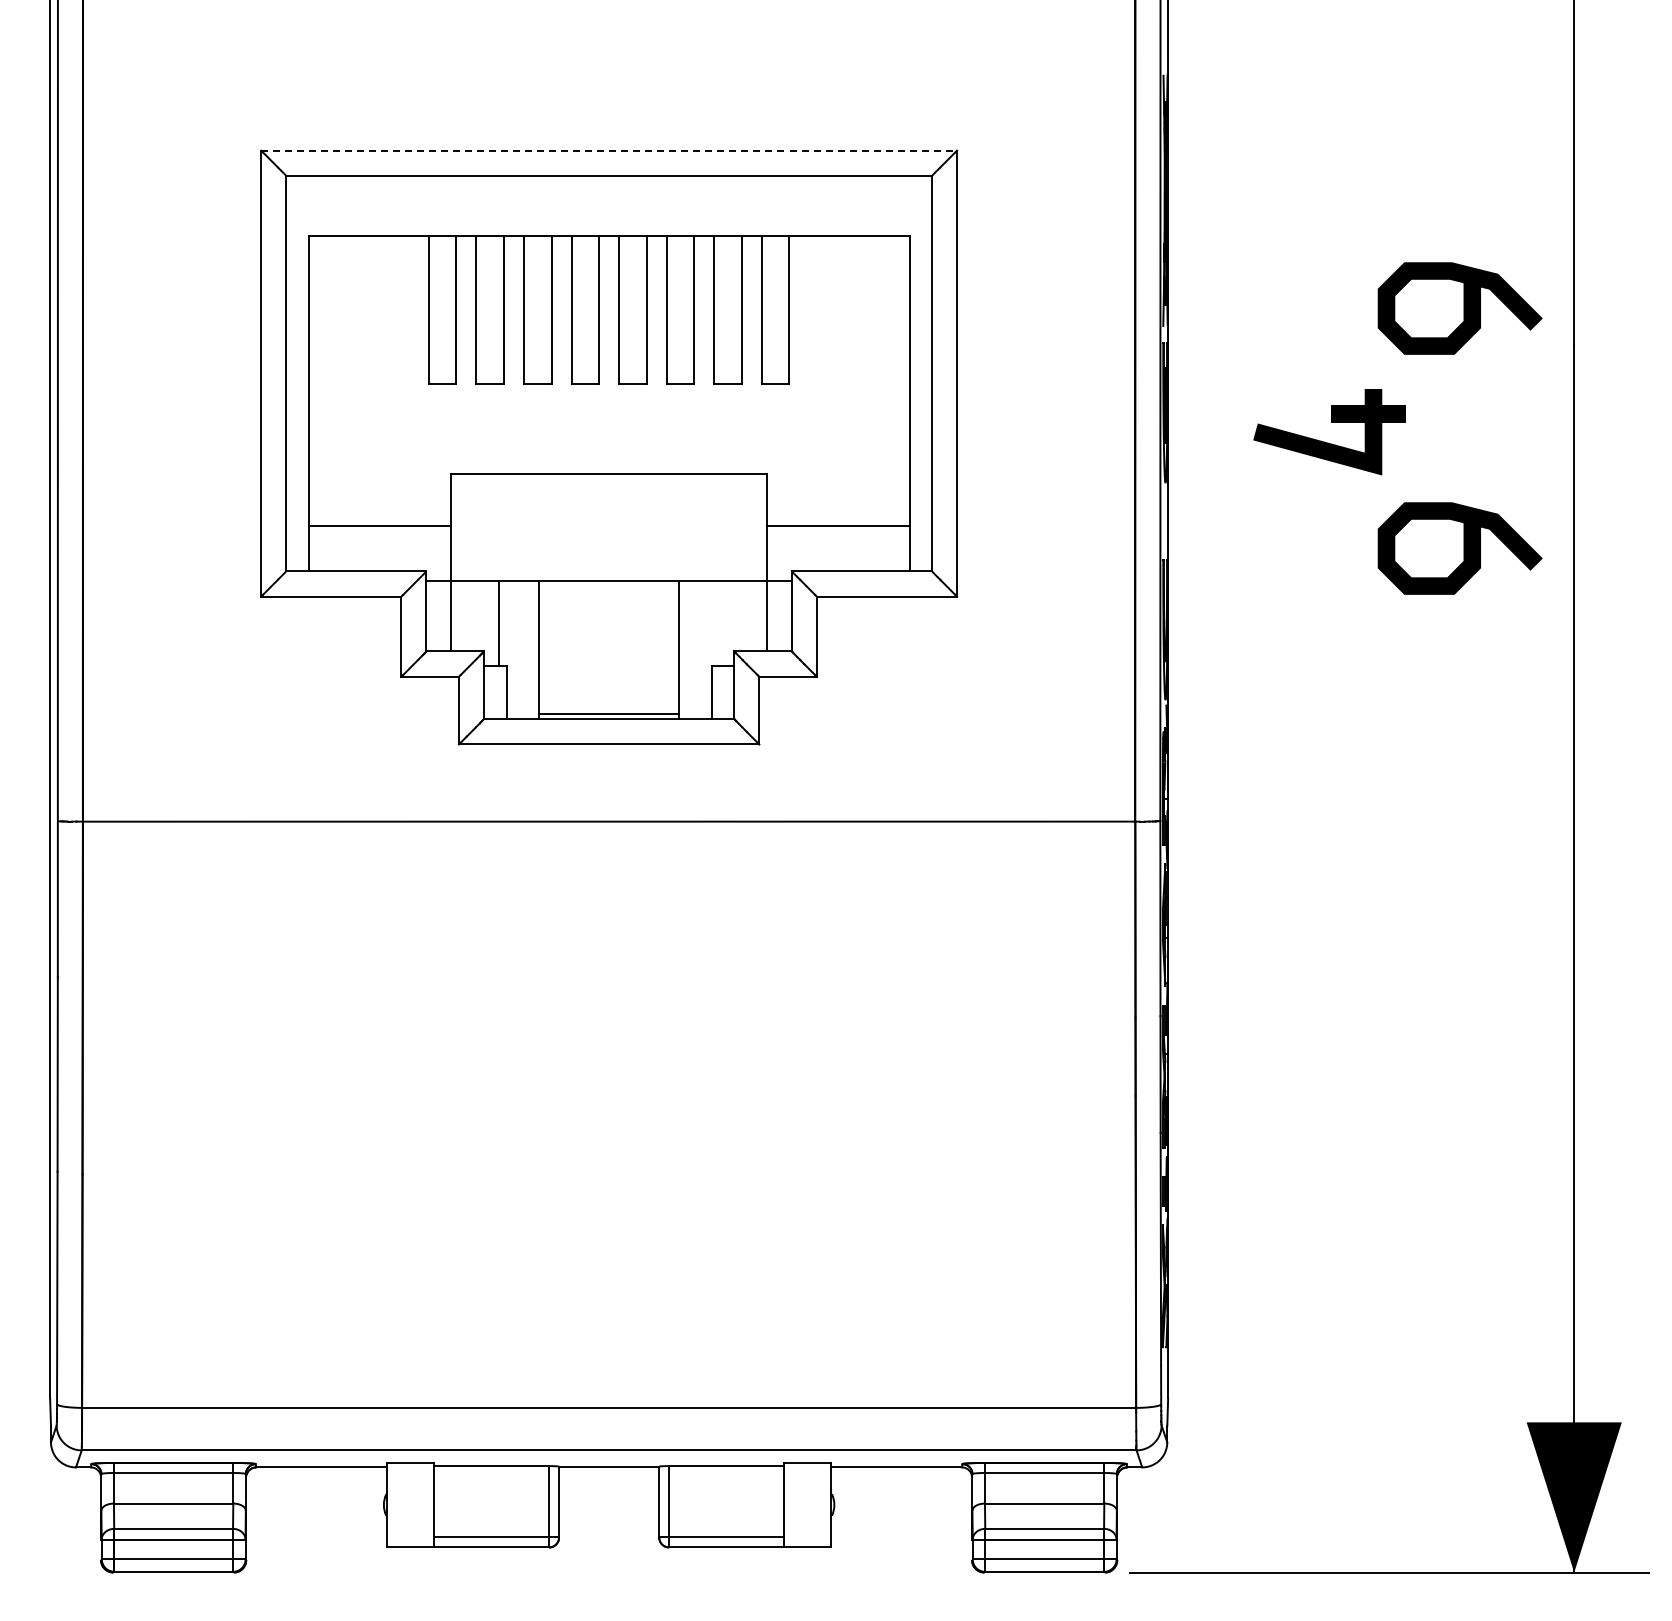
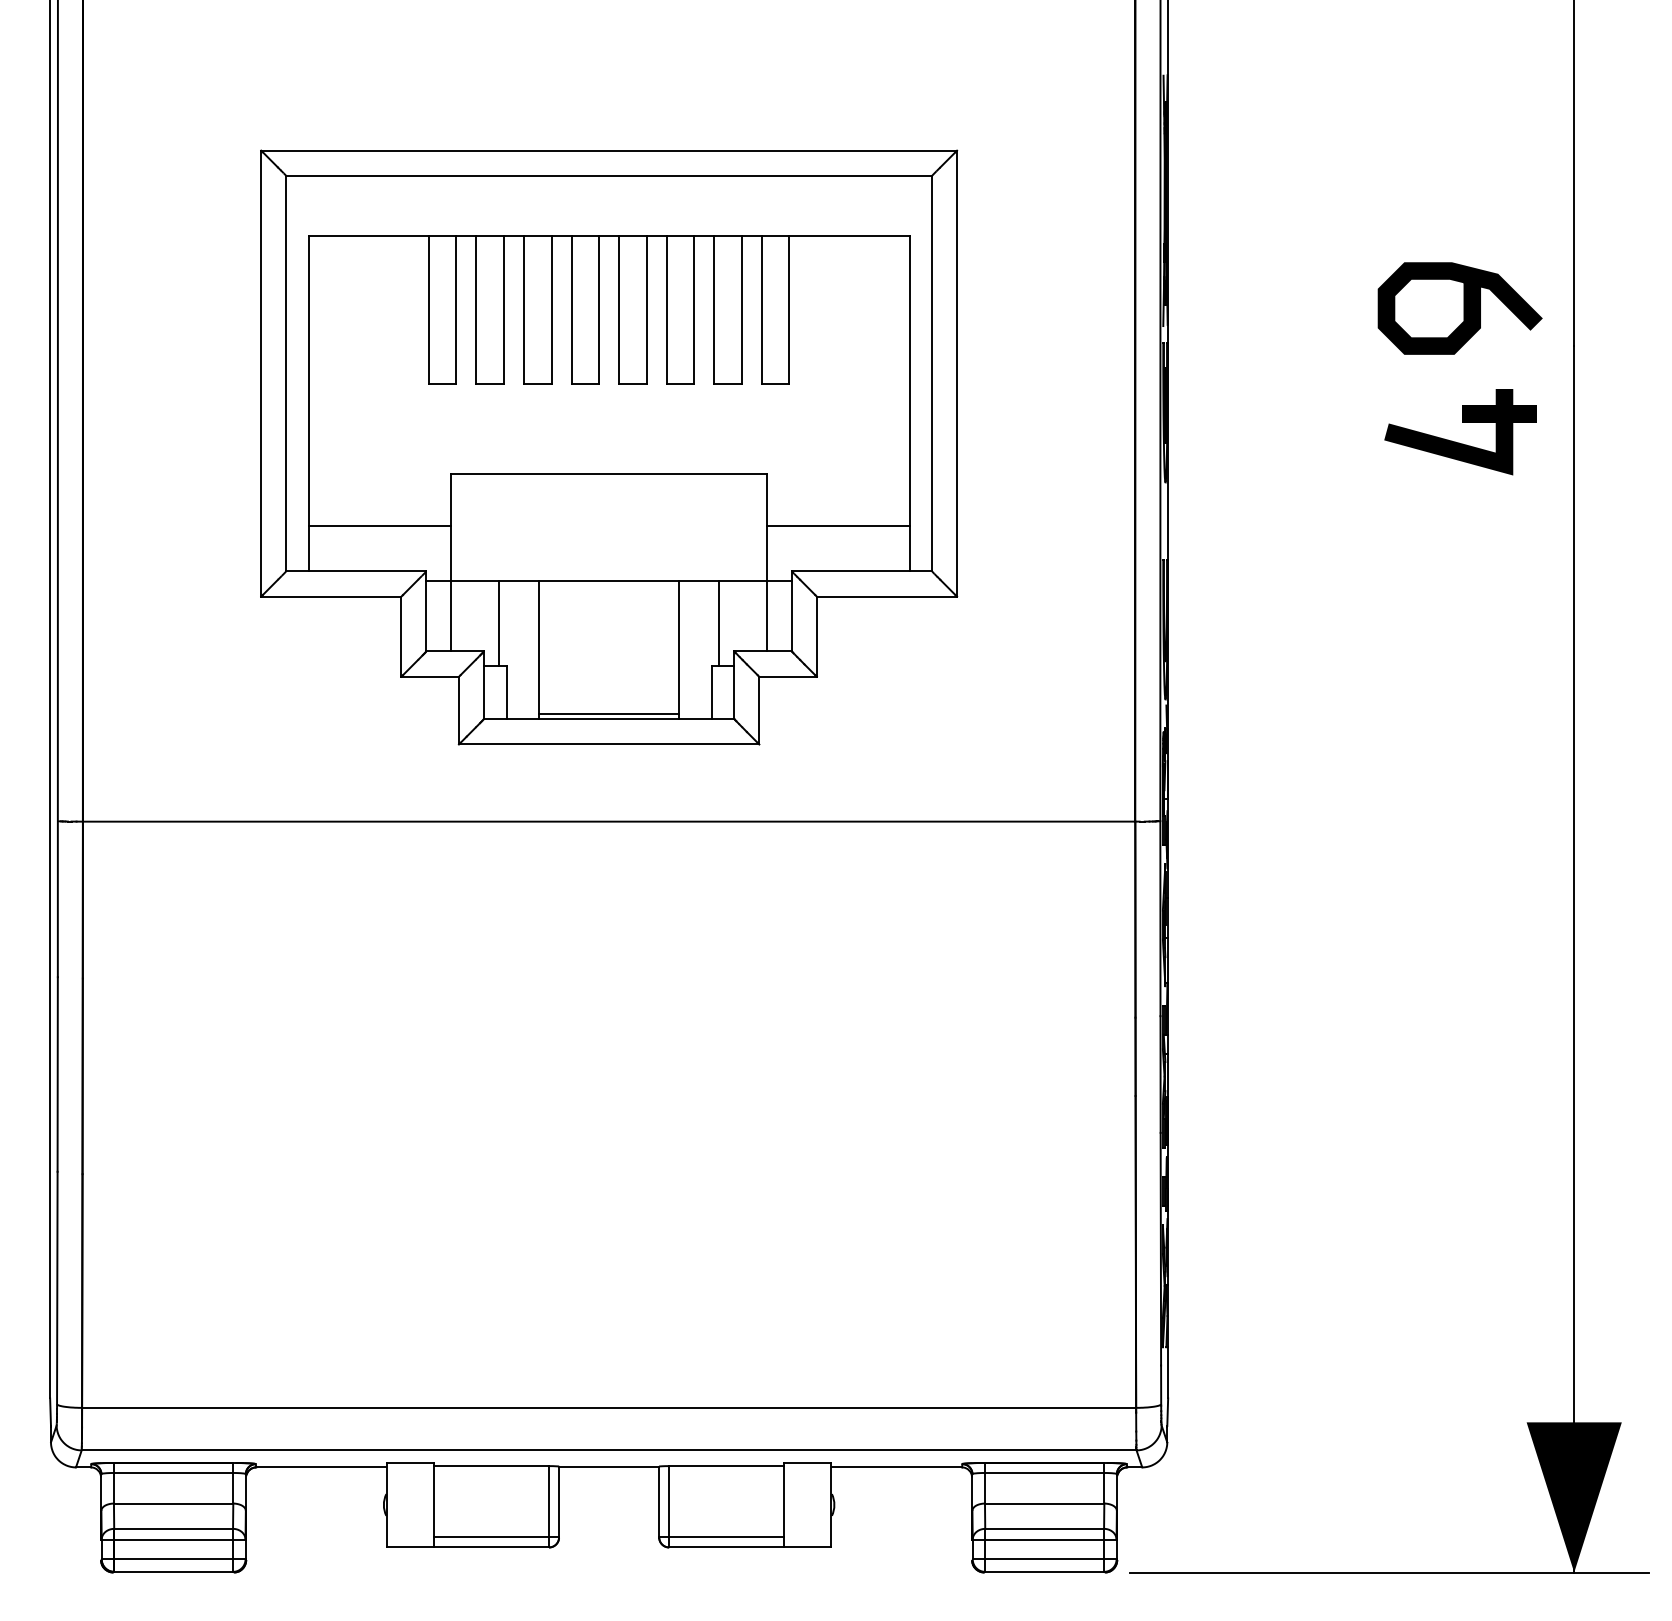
line at (609, 150): dashed -> solid
part at (1328, 442) position: (1328, 442) -> (1459, 442)
curve at (1463, 548): present -> none
line at (719, 623): none -> present
